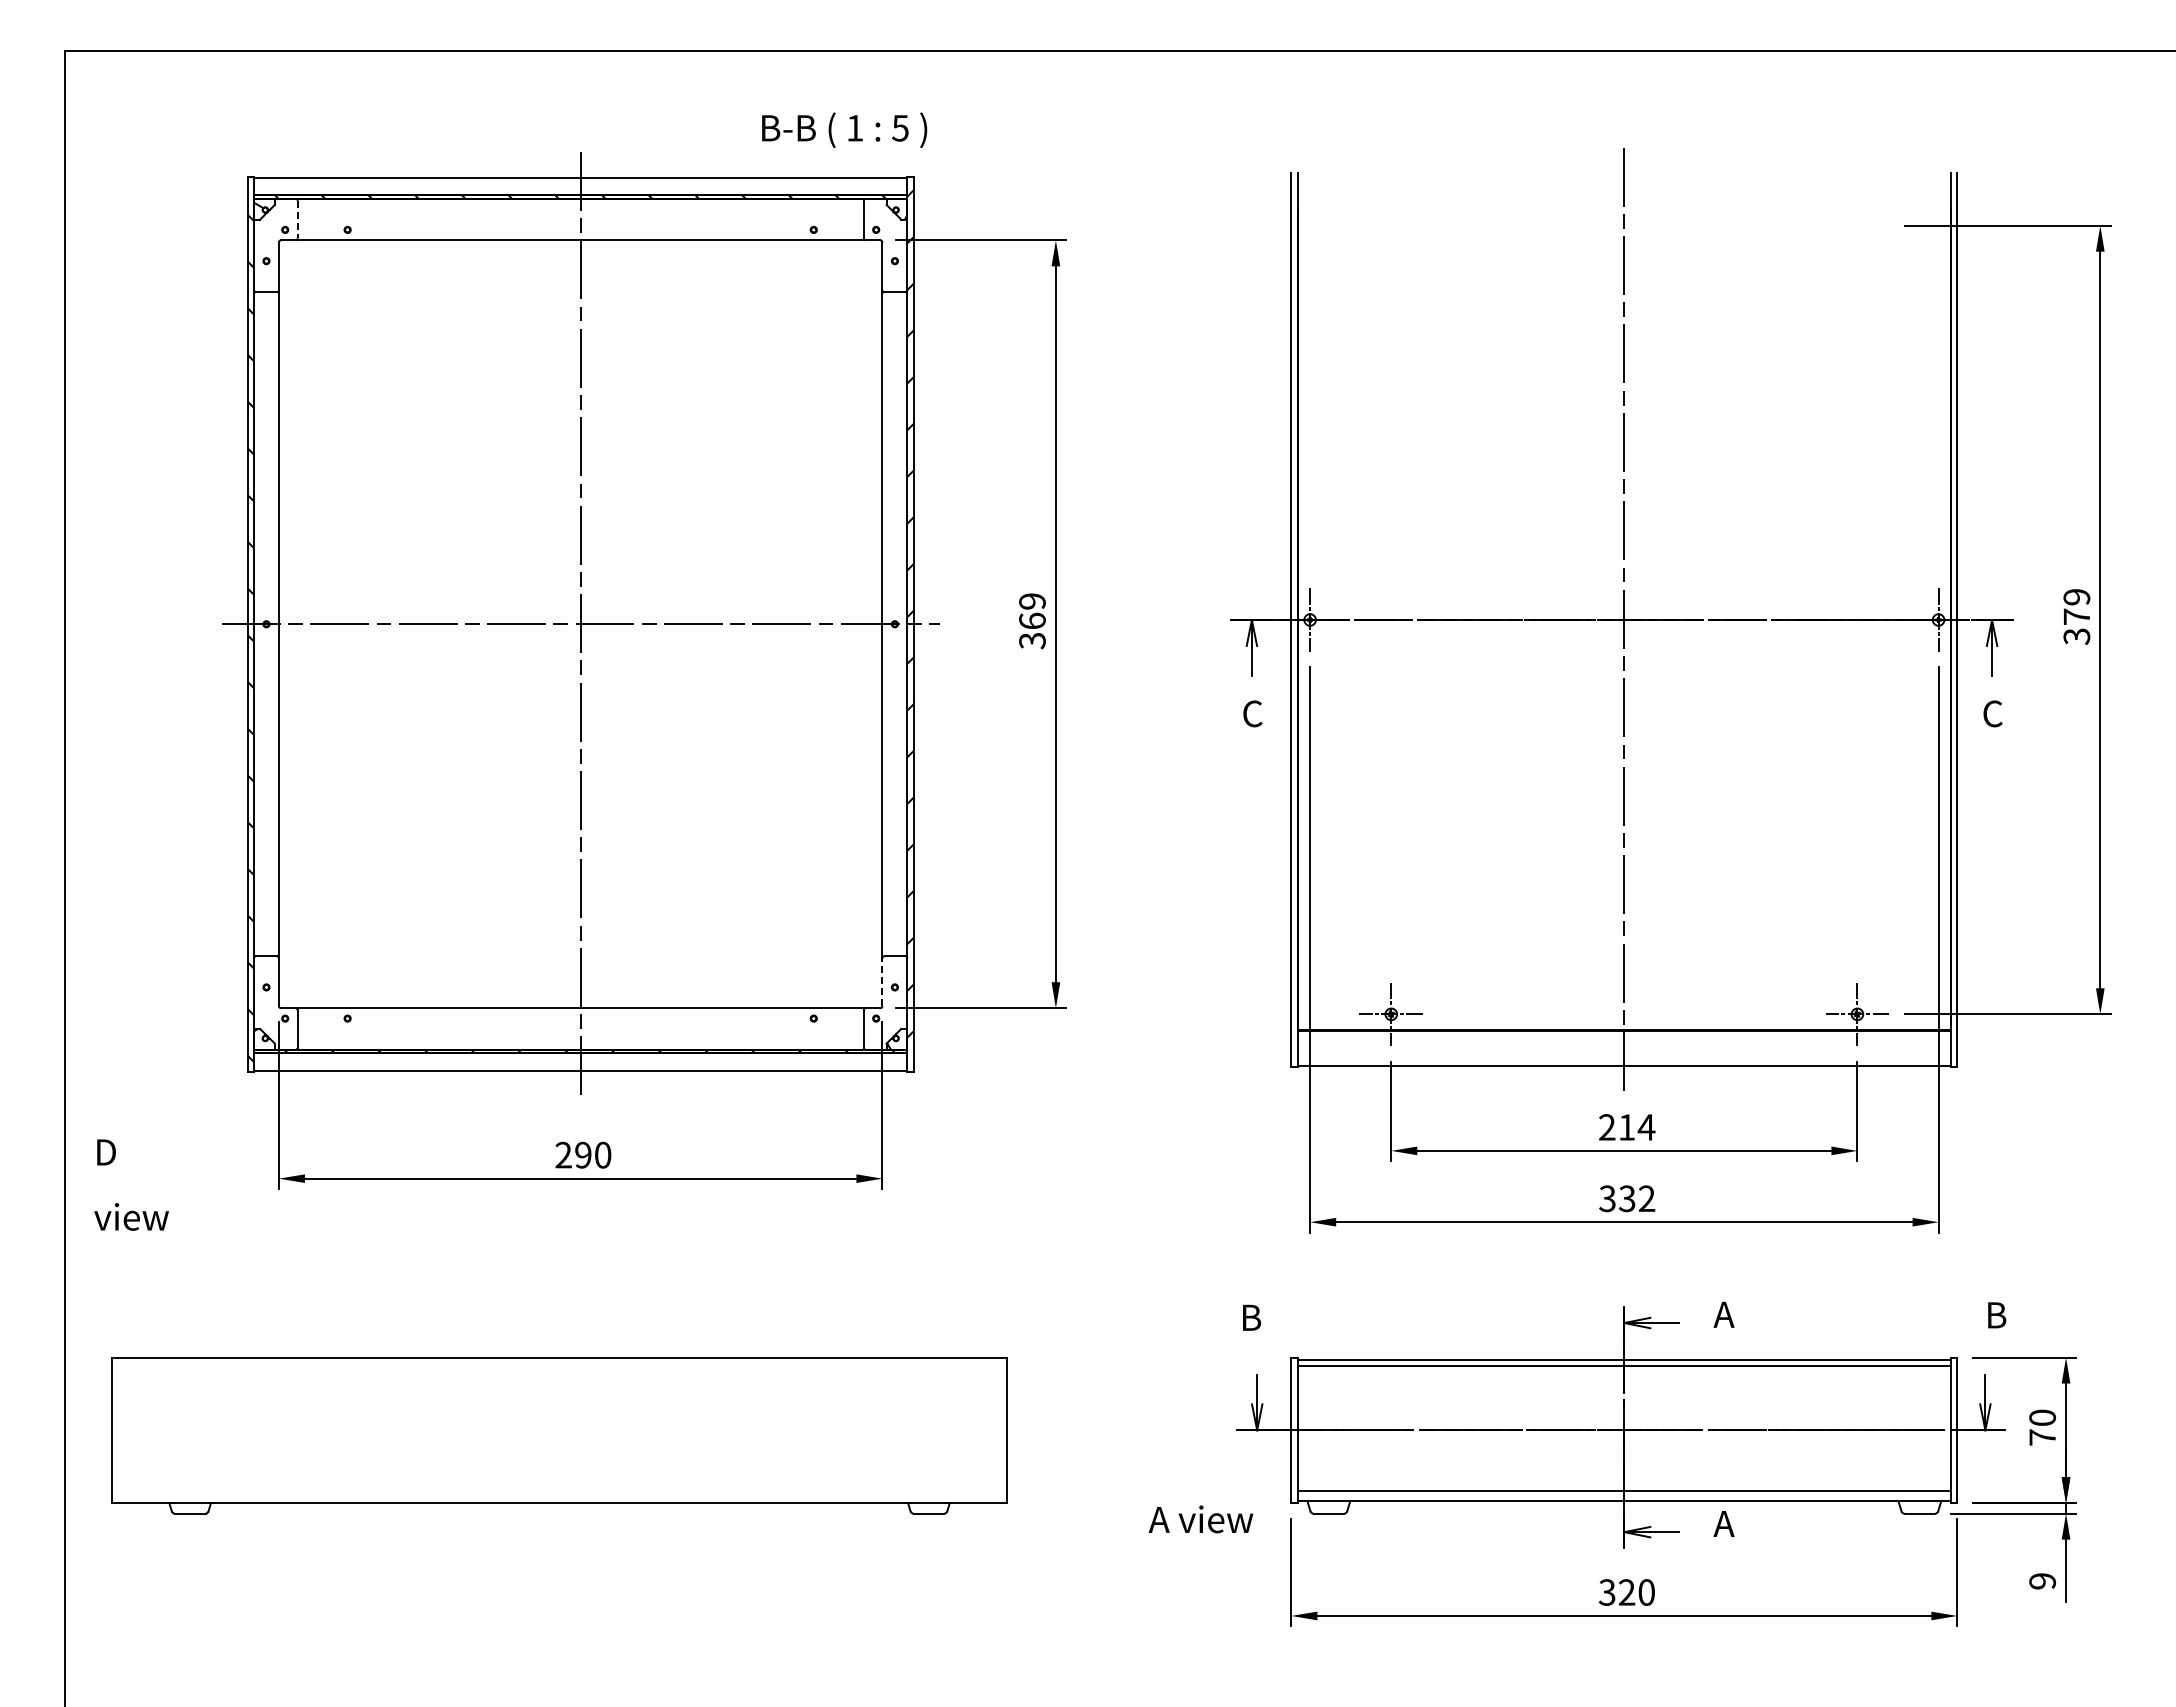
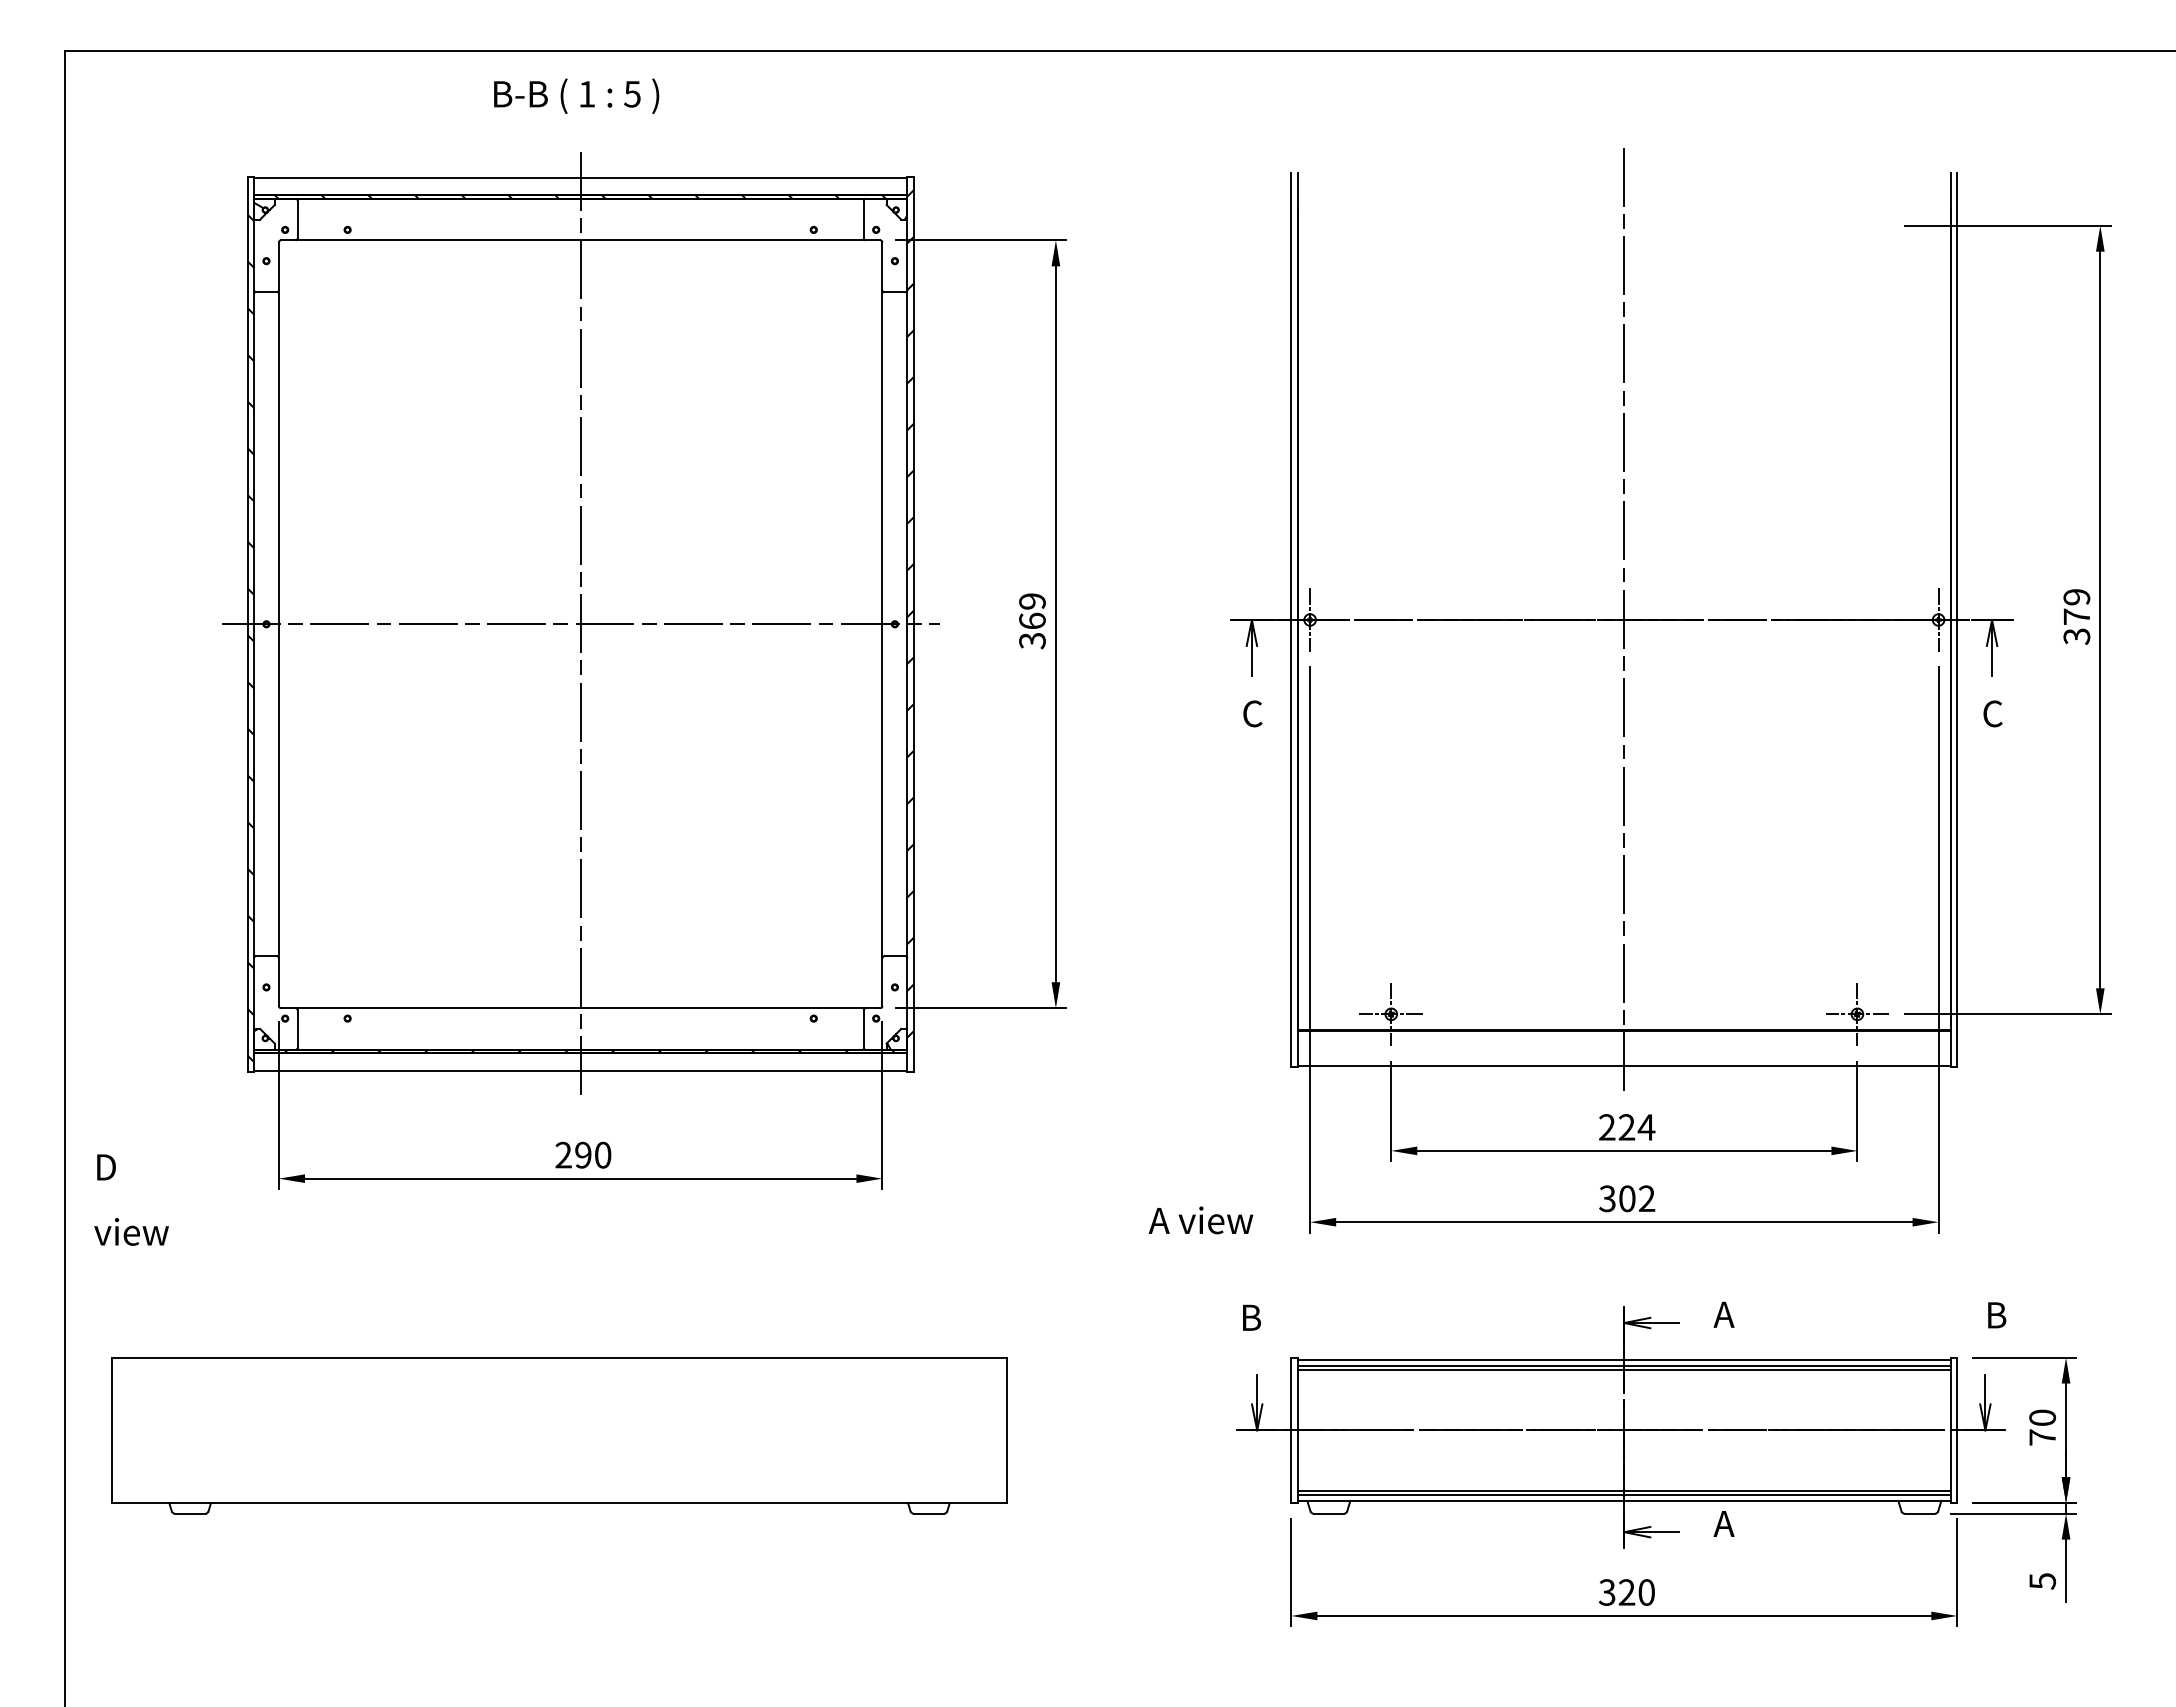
text at (844, 129) position: (844, 129) -> (576, 95)
line at (297, 219): dashed -> solid
line at (882, 982): dashed -> solid
text at (1626, 1127): 214 -> 224
text at (131, 1184) position: (131, 1184) -> (131, 1199)
text at (1626, 1198): 332 -> 302
line at (1624, 1370): none -> present
line at (1624, 1494): none -> present
text at (1200, 1519) position: (1200, 1519) -> (1200, 1220)
text at (2042, 1581): 9 -> 5
